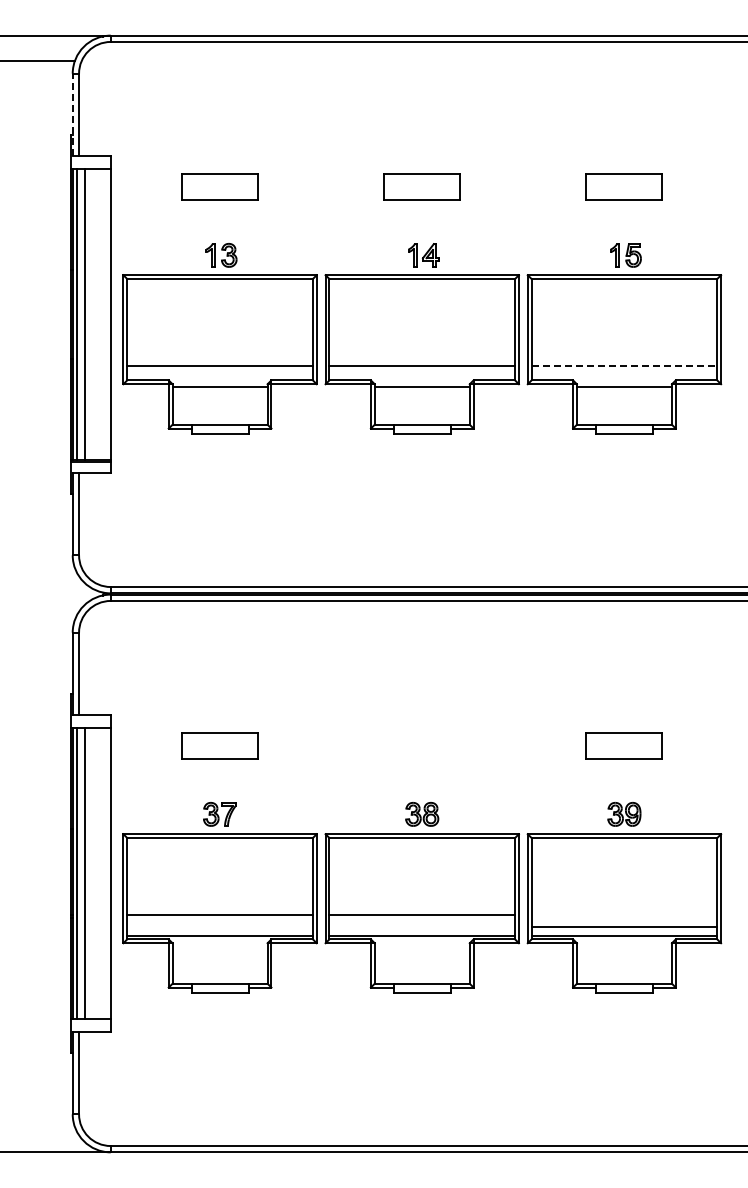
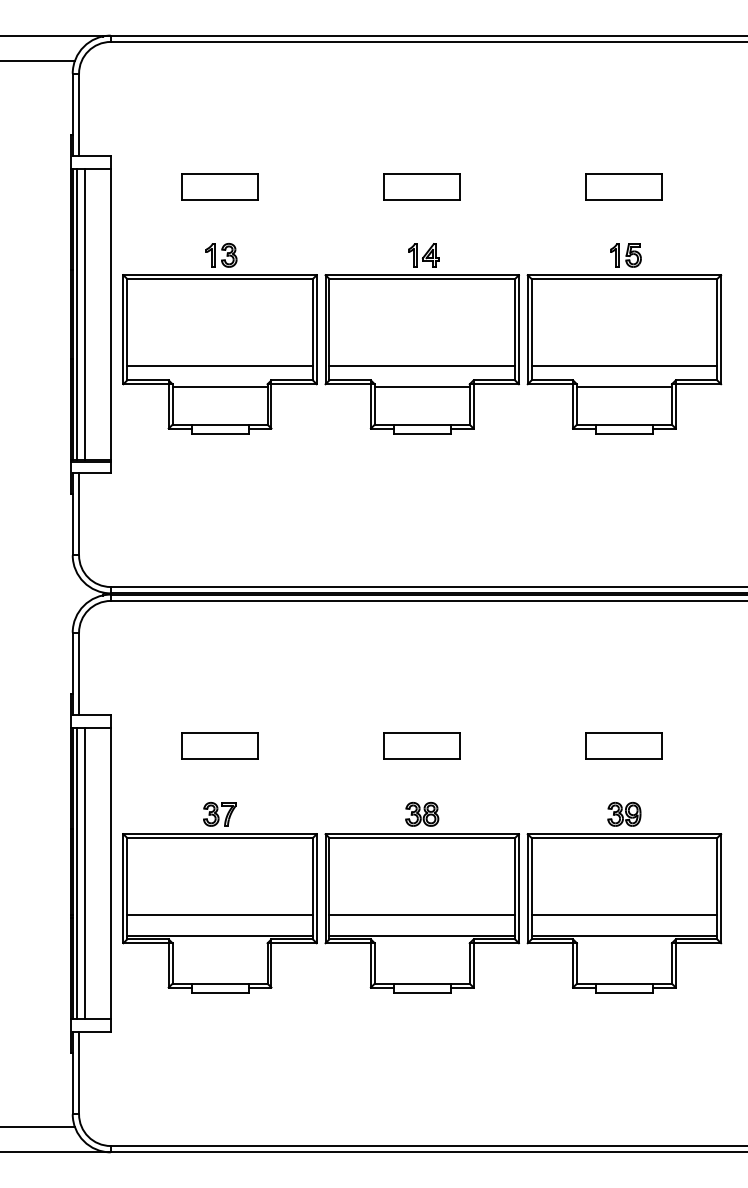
line at (72, 114): dashed -> solid
line at (624, 365): dashed -> solid
part at (421, 745): none -> present
line at (624, 926) position: (624, 926) -> (624, 914)
line at (38, 1127): none -> present
